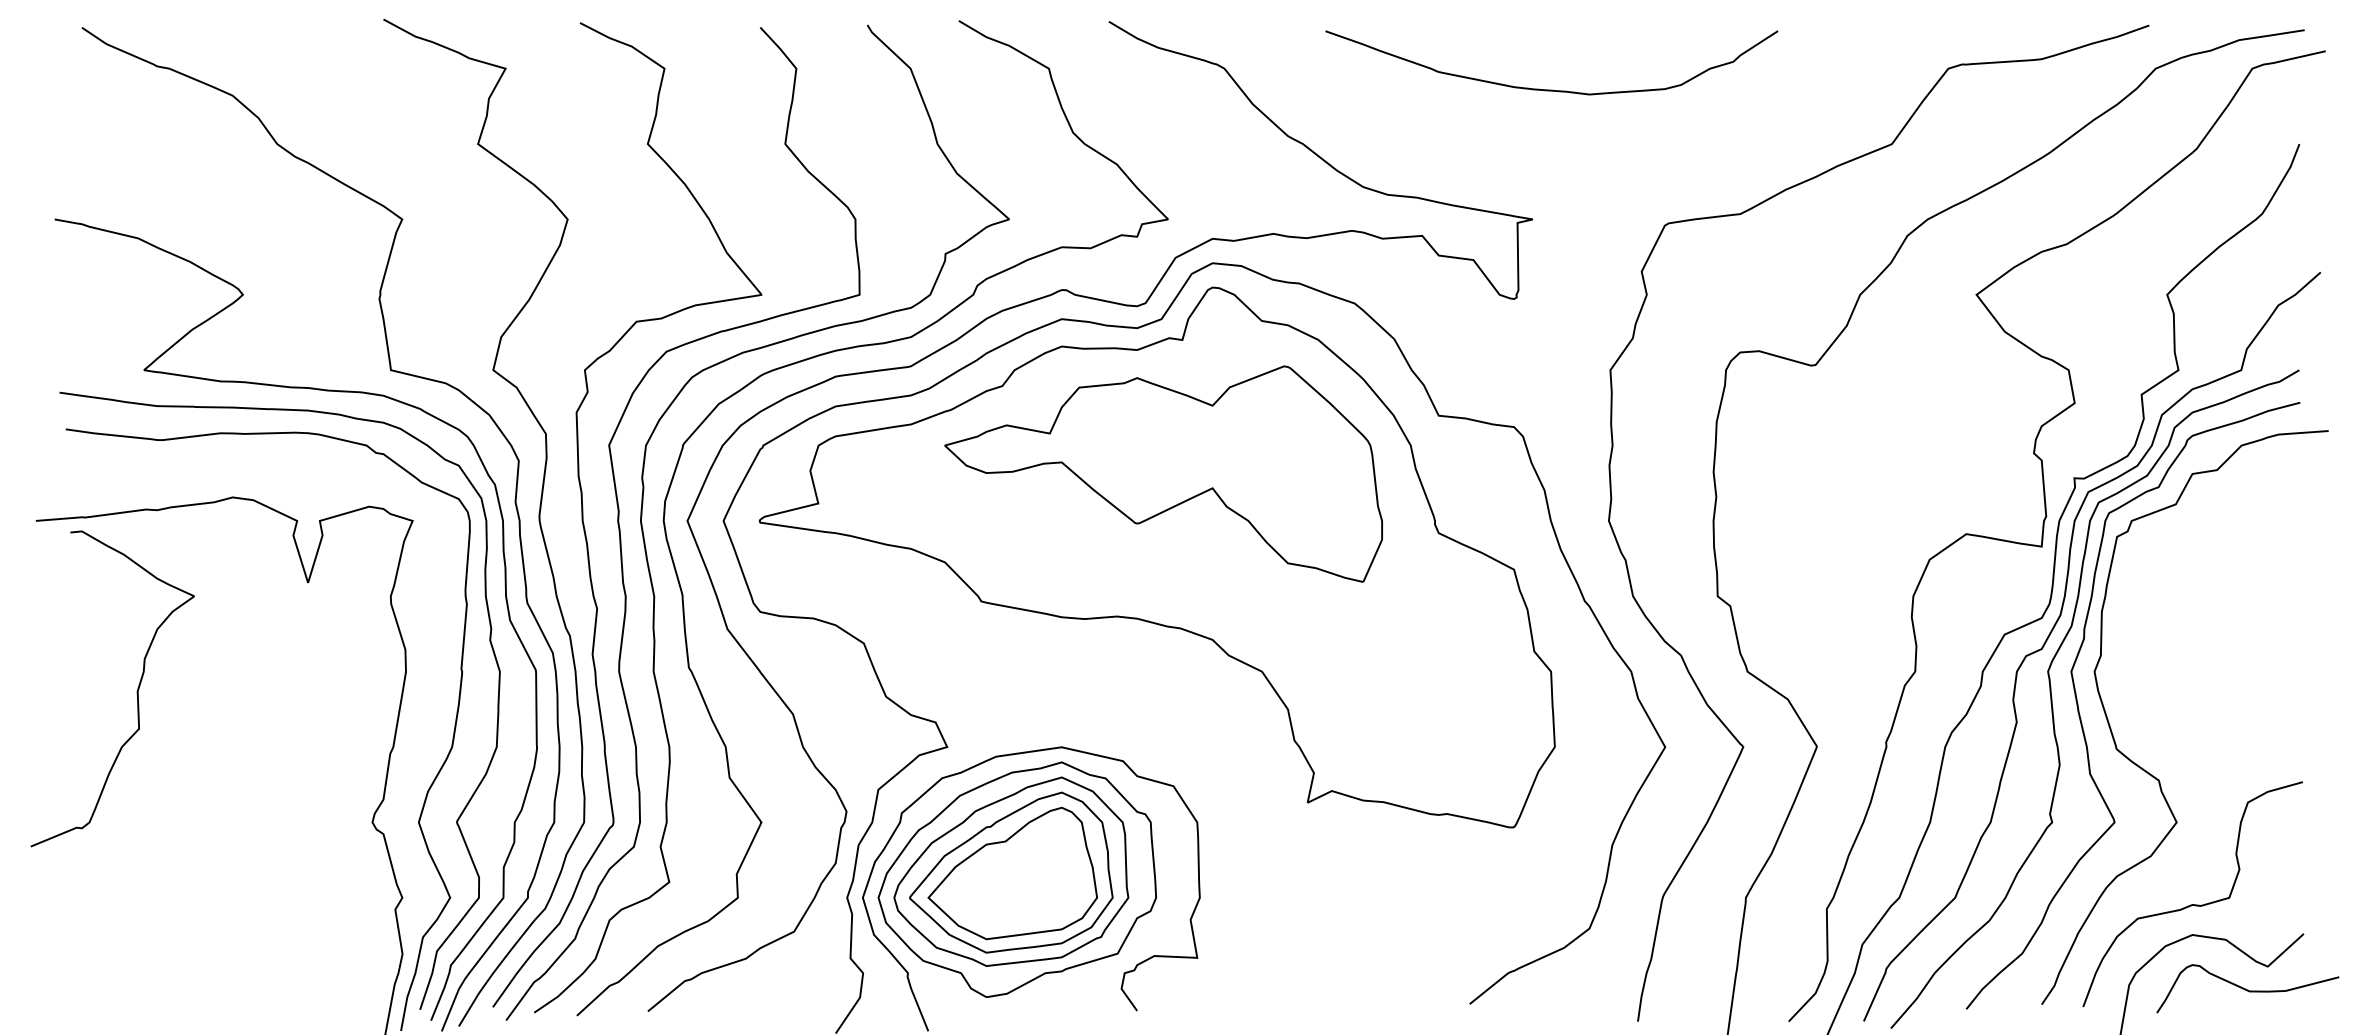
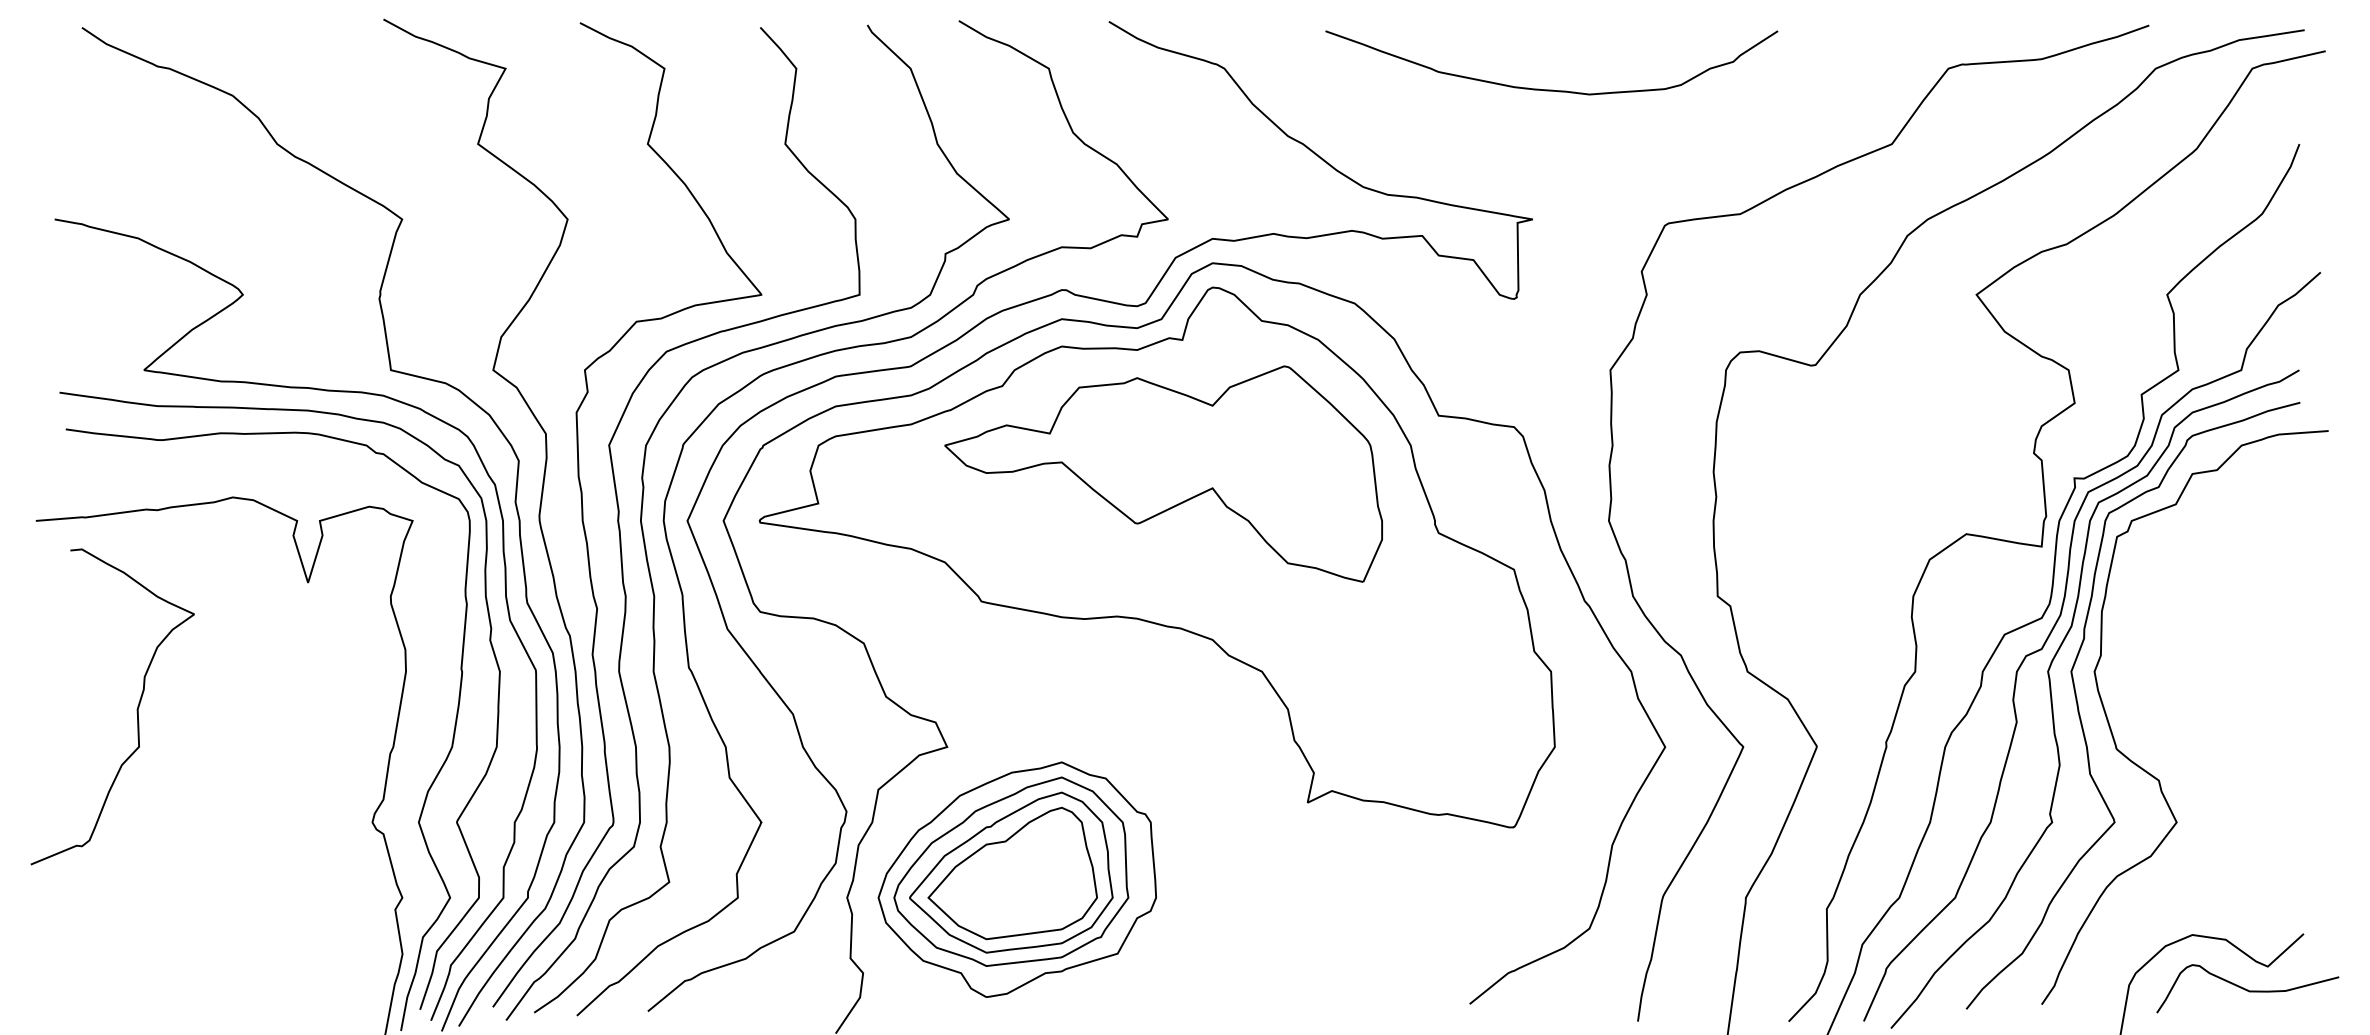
curve at (136, 691) position: (136, 691) -> (136, 709)
curve at (2192, 904): present -> none
curve at (1123, 973): present -> none
